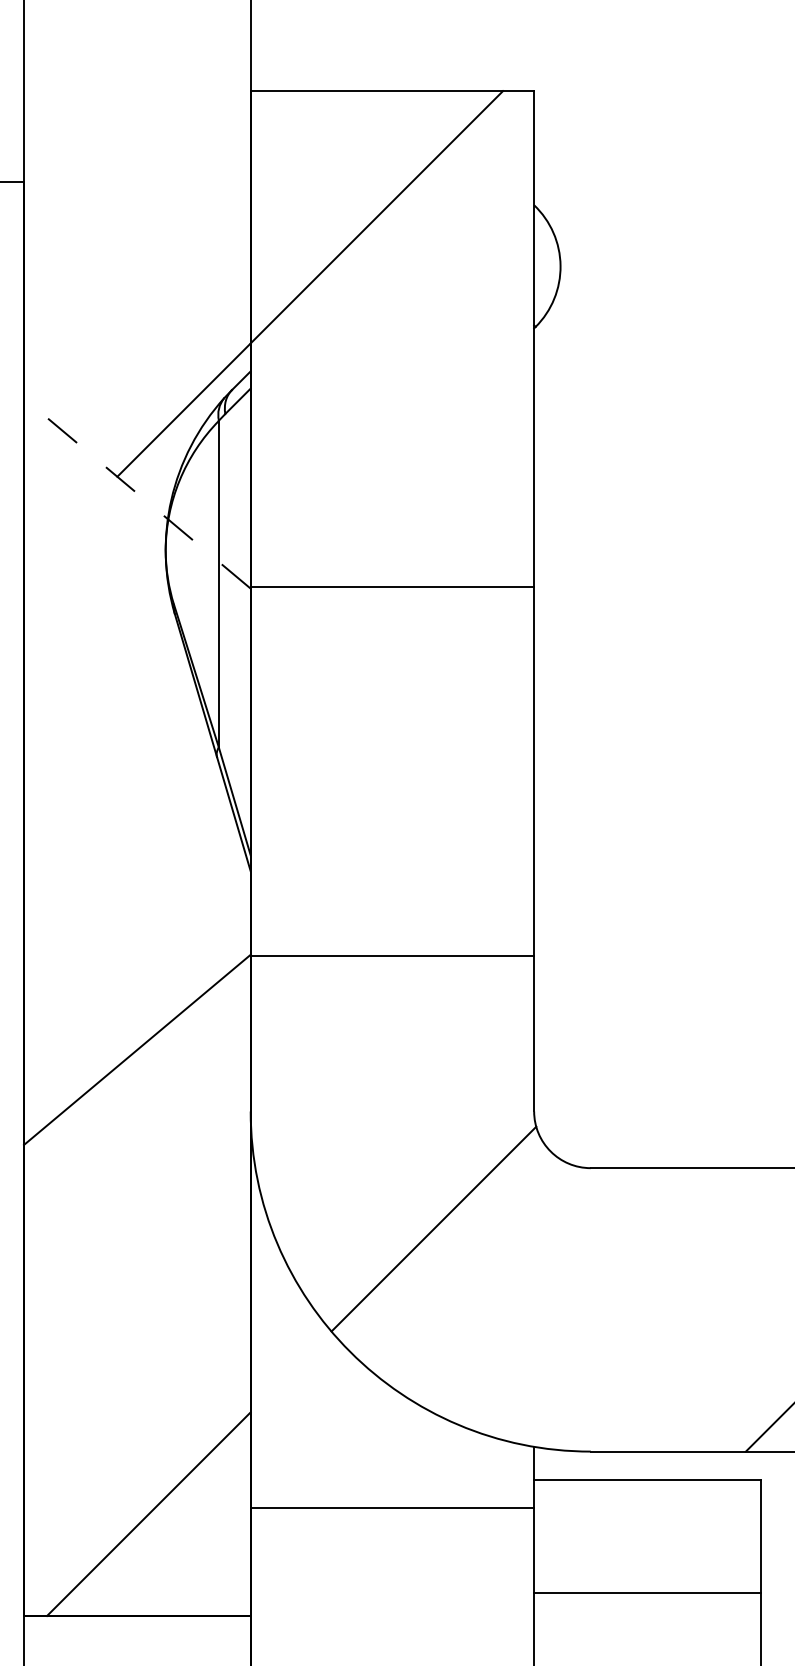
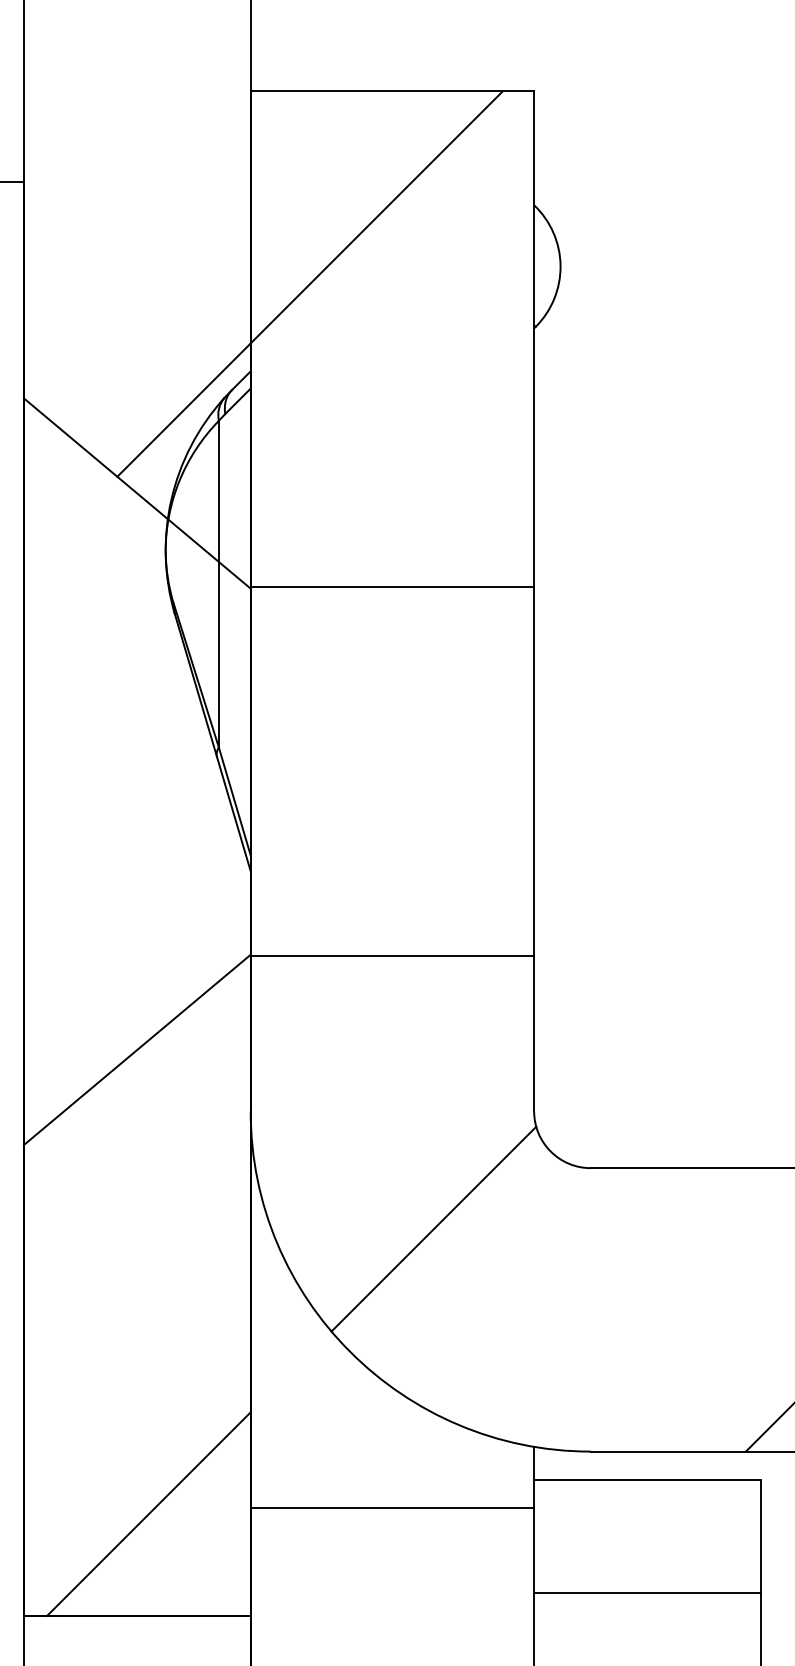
line at (137, 493): dashed -> solid
